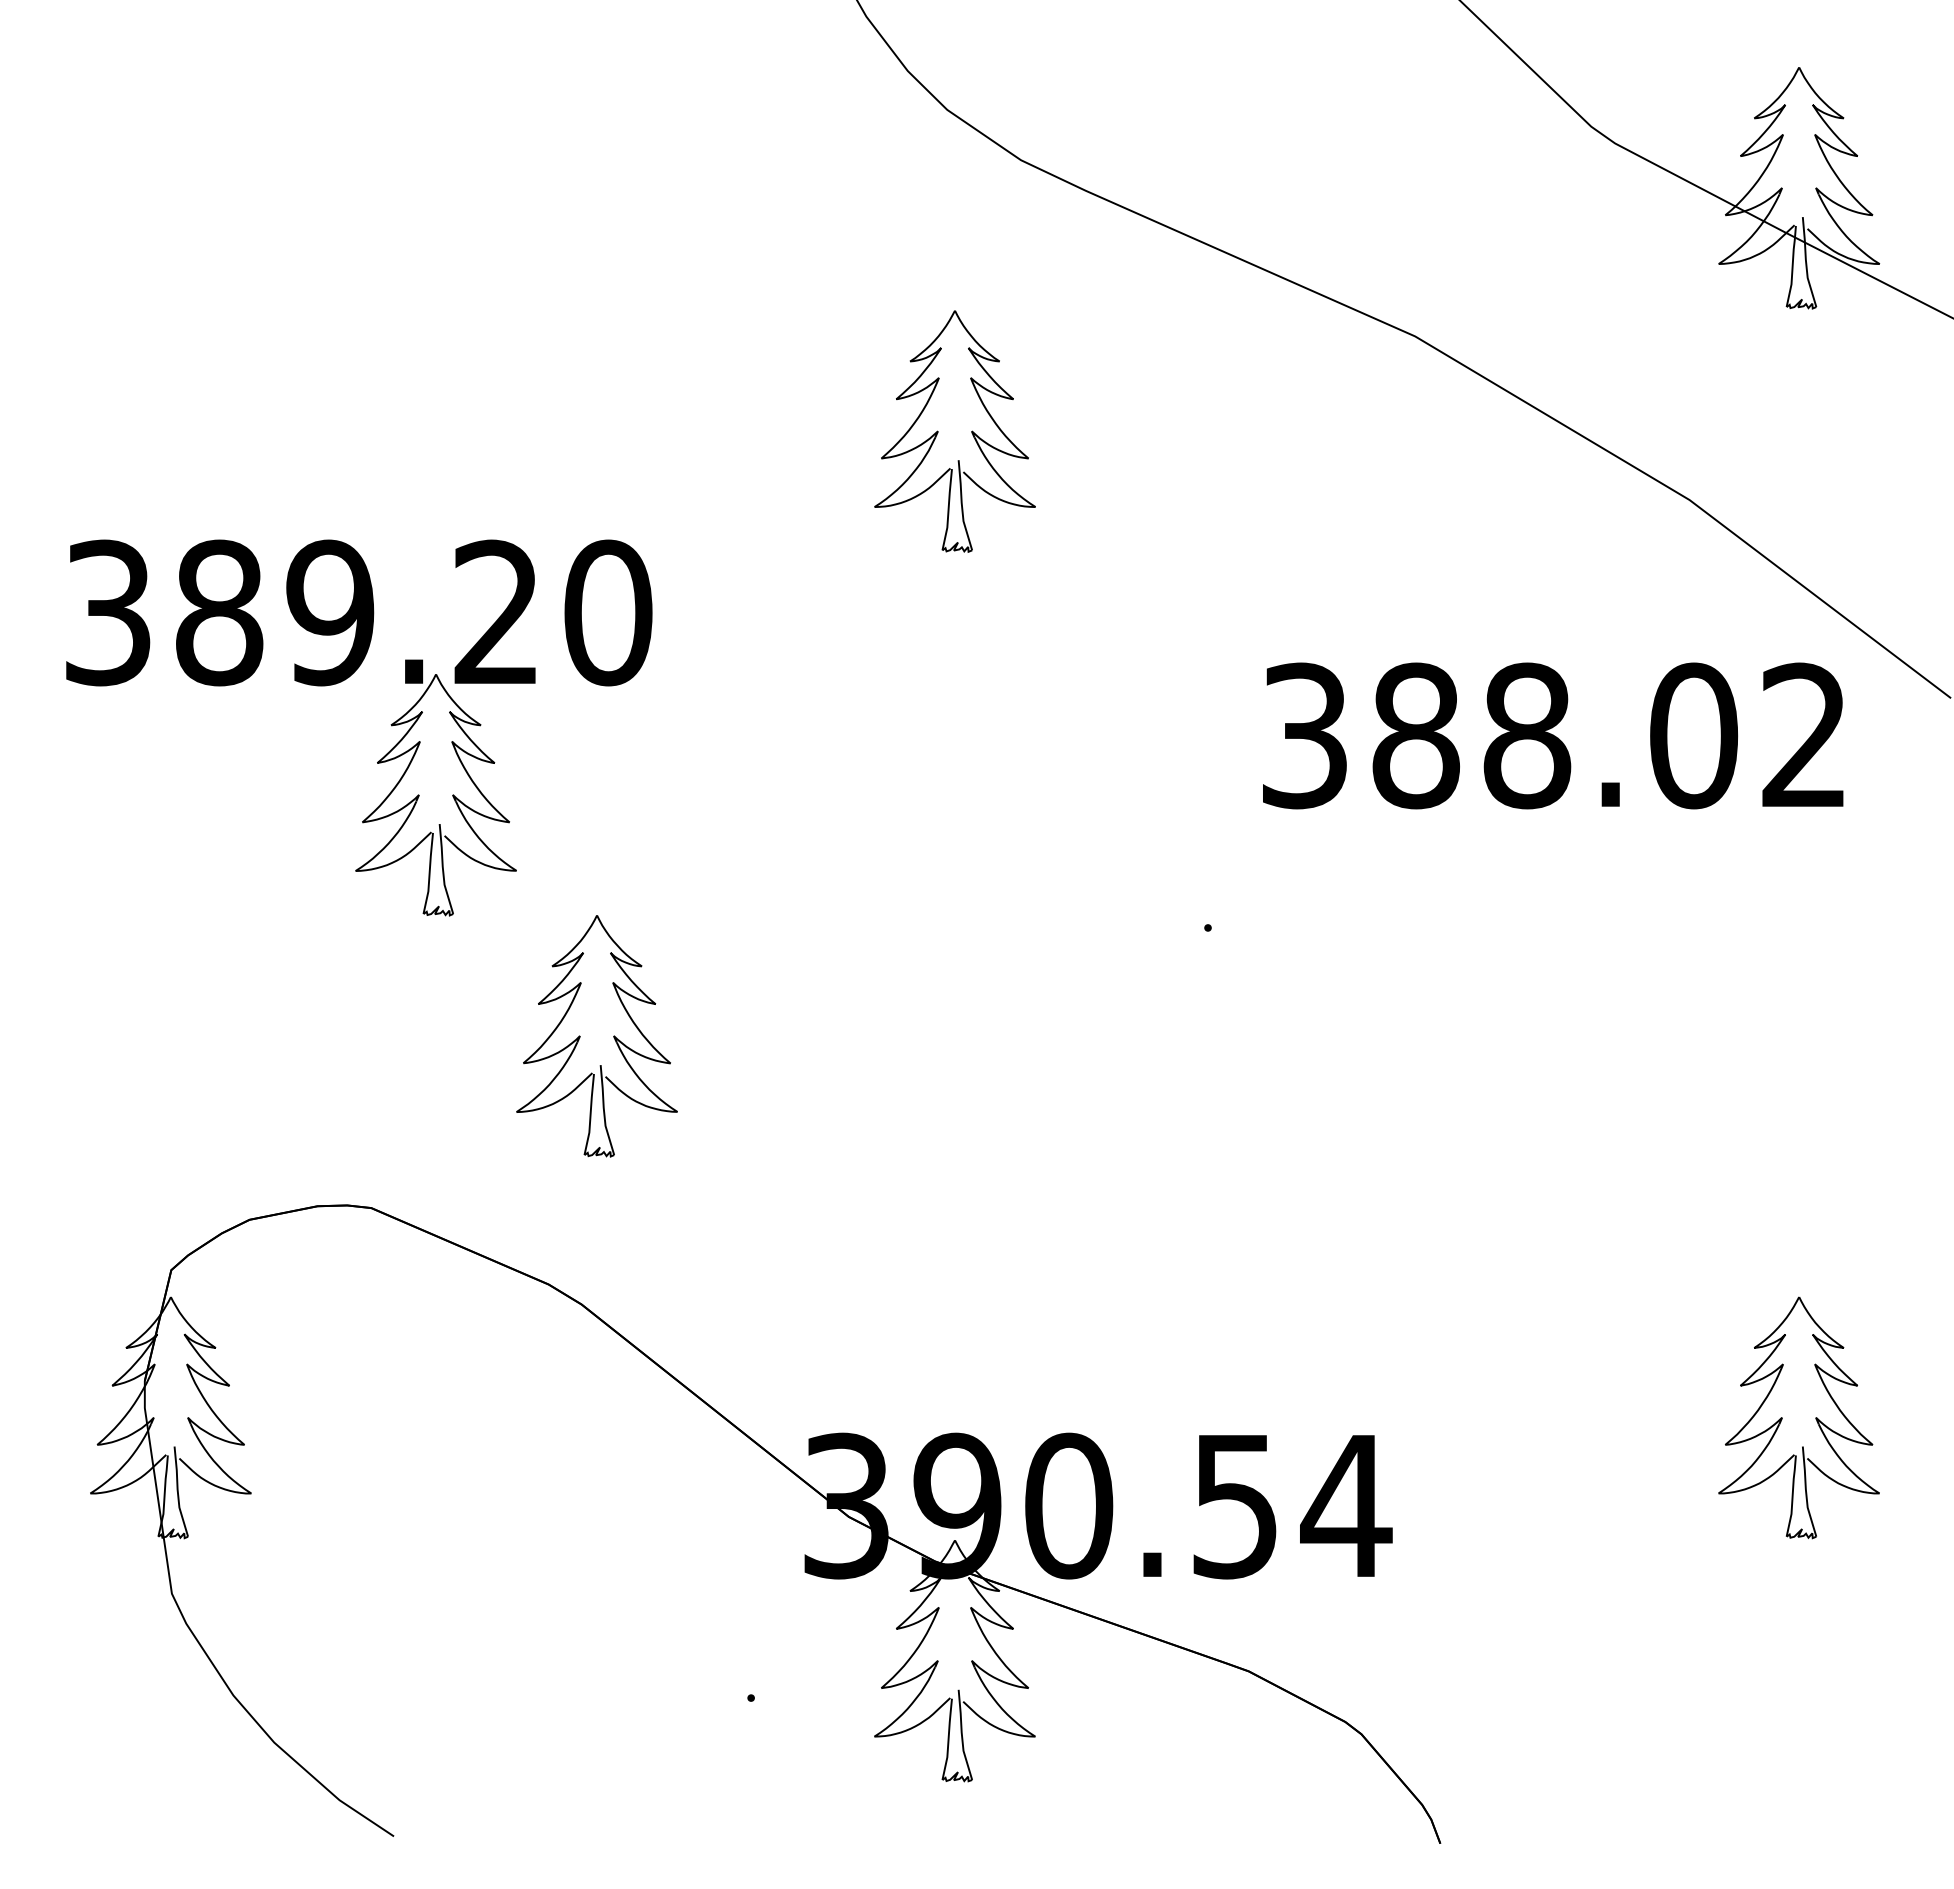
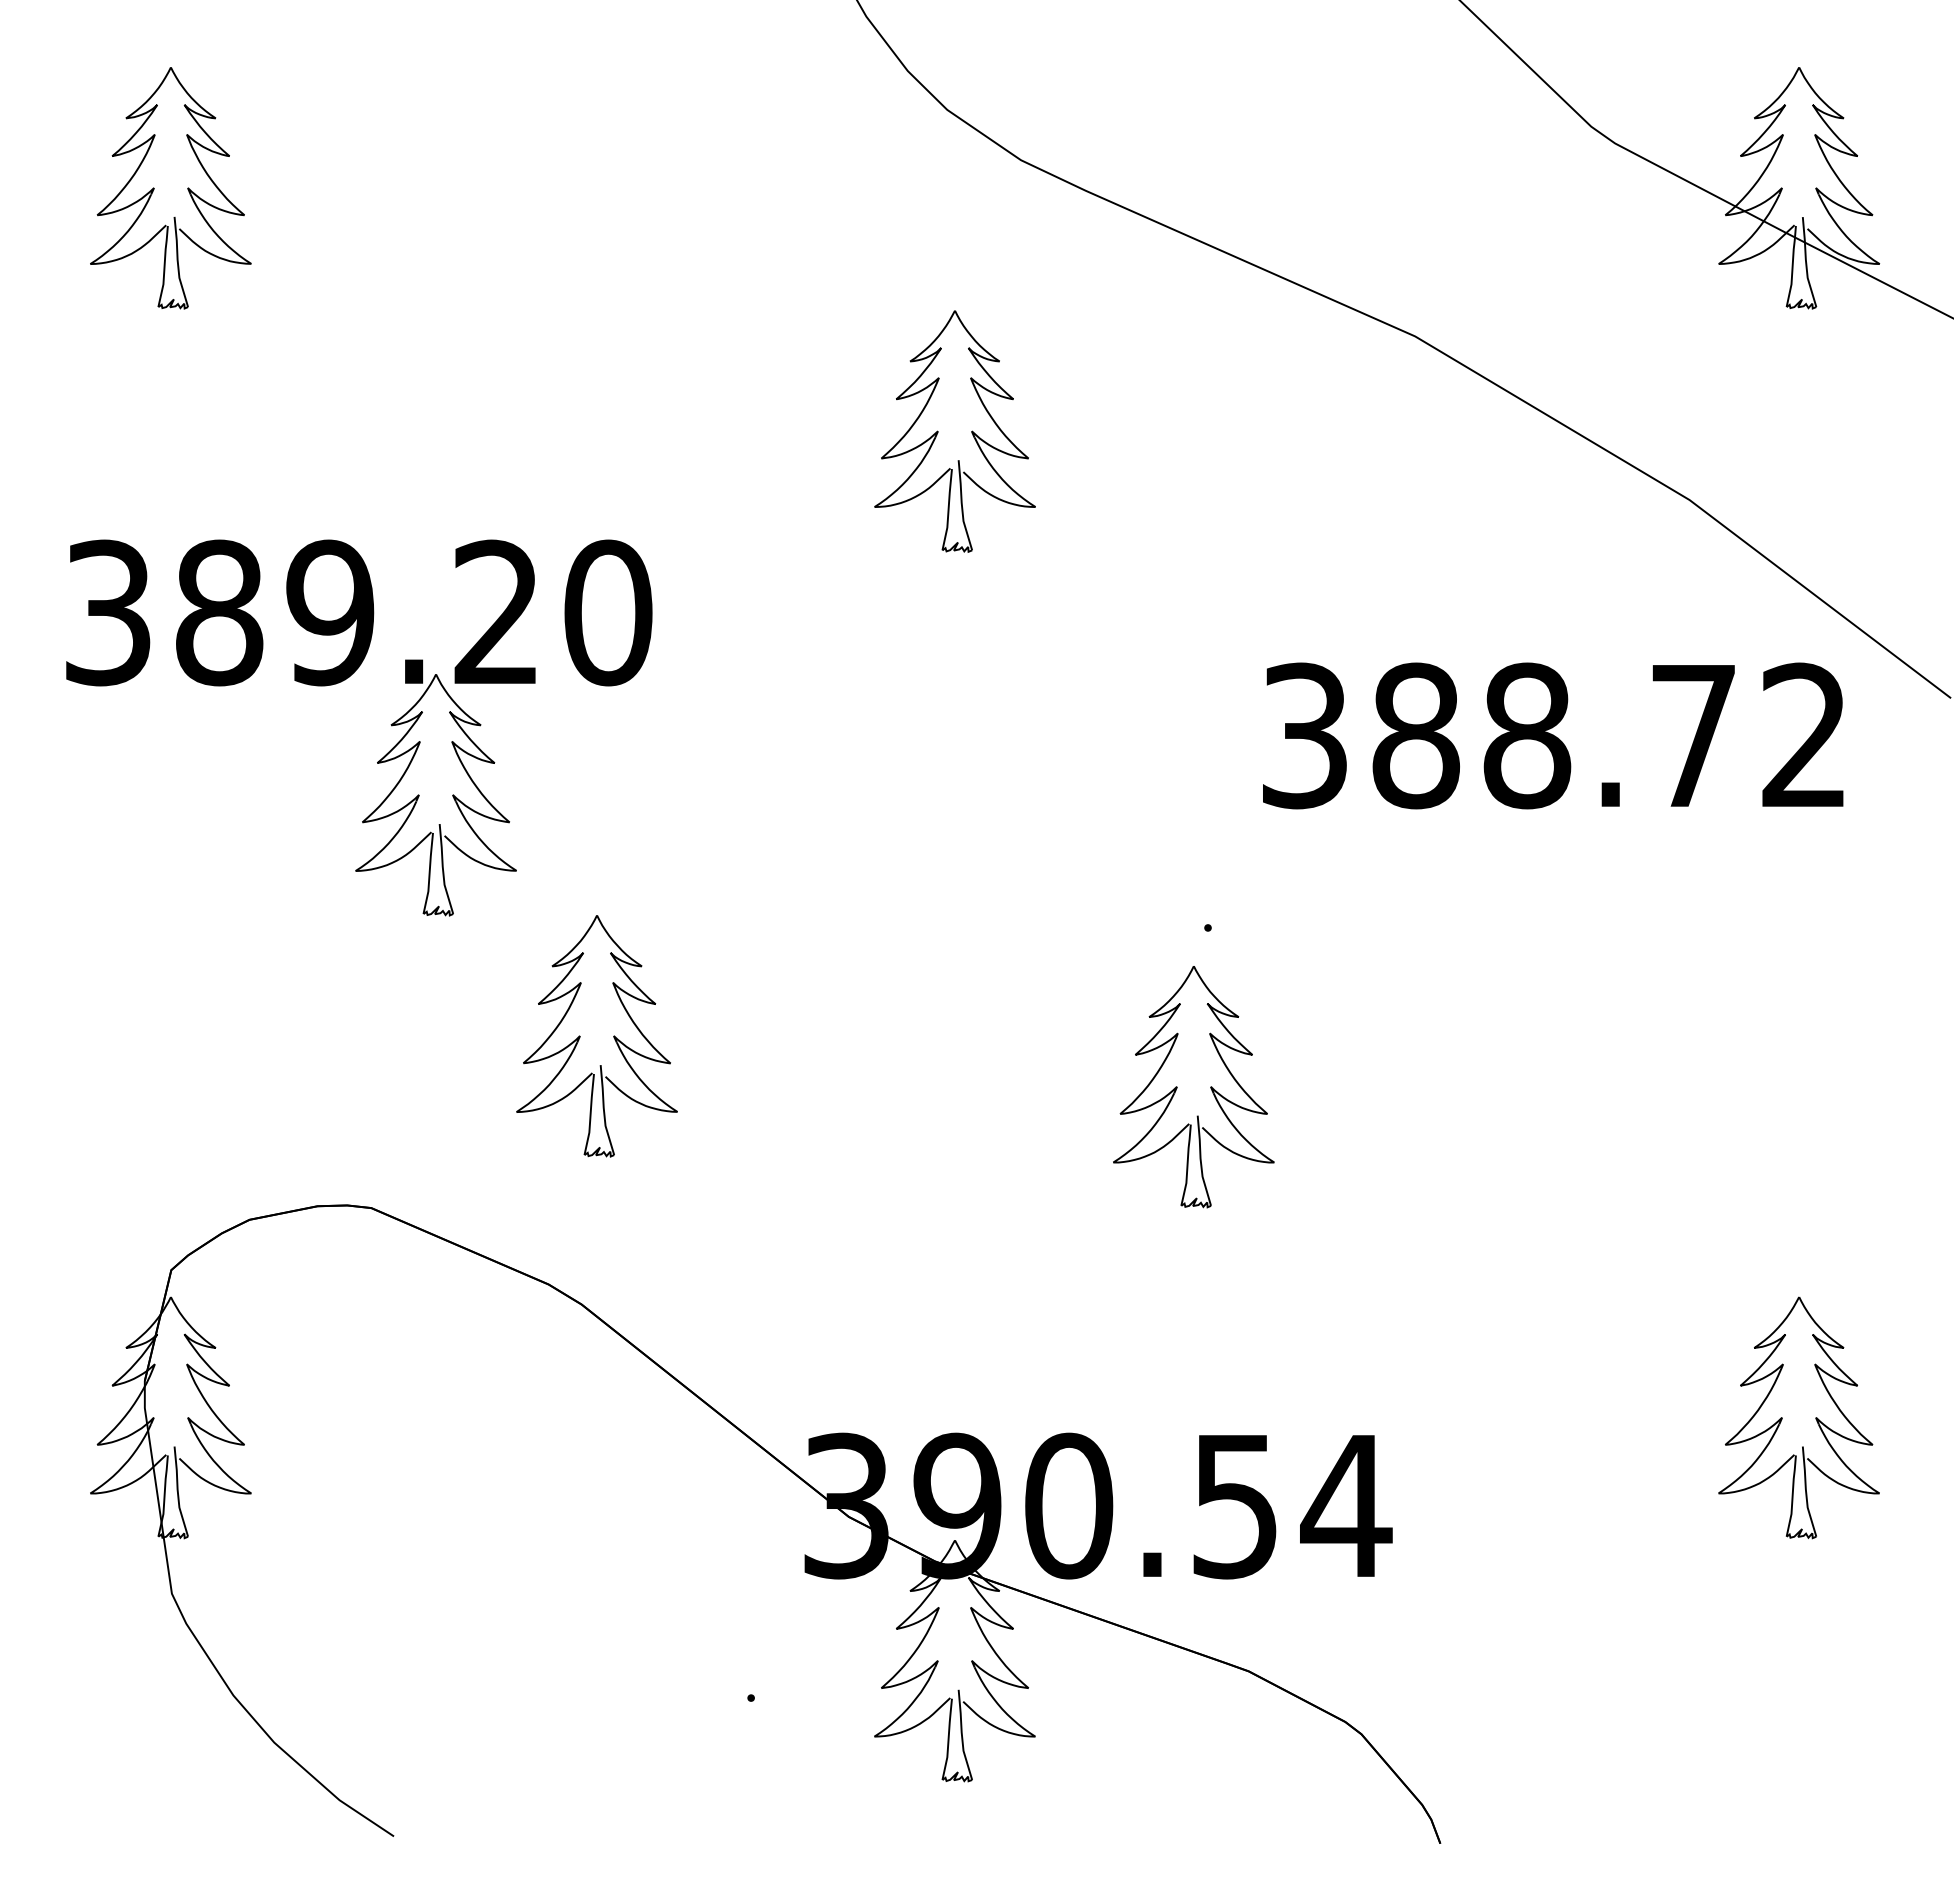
part at (154, 188): none -> present
text at (1694, 735): 388.02 -> 388.72
part at (1177, 1087): none -> present
